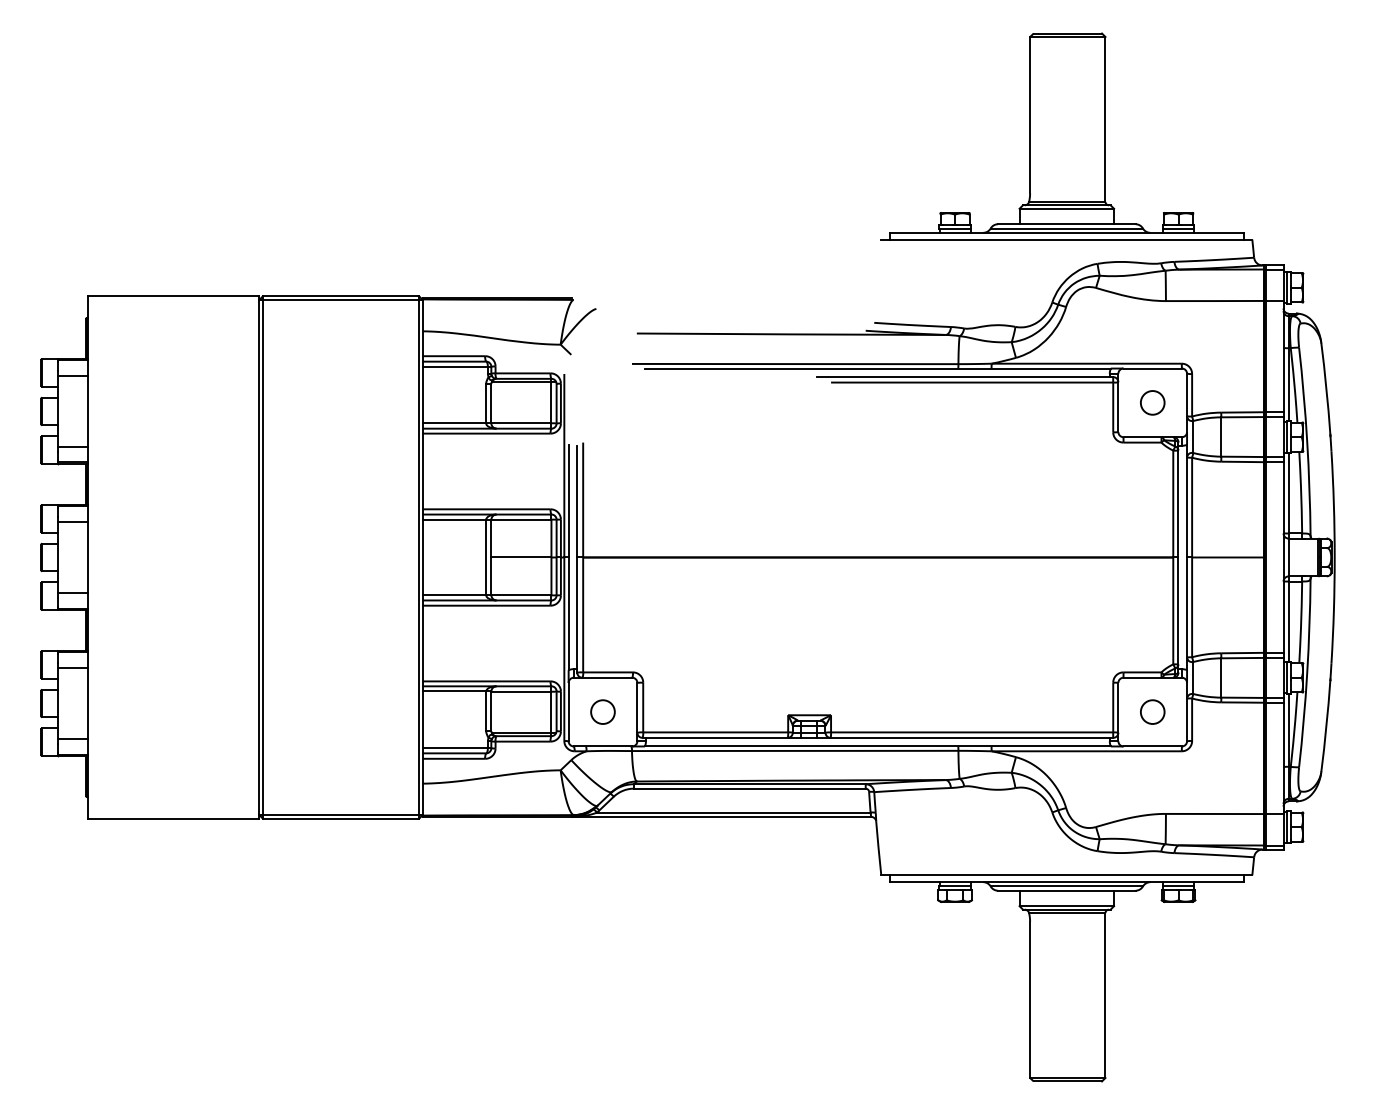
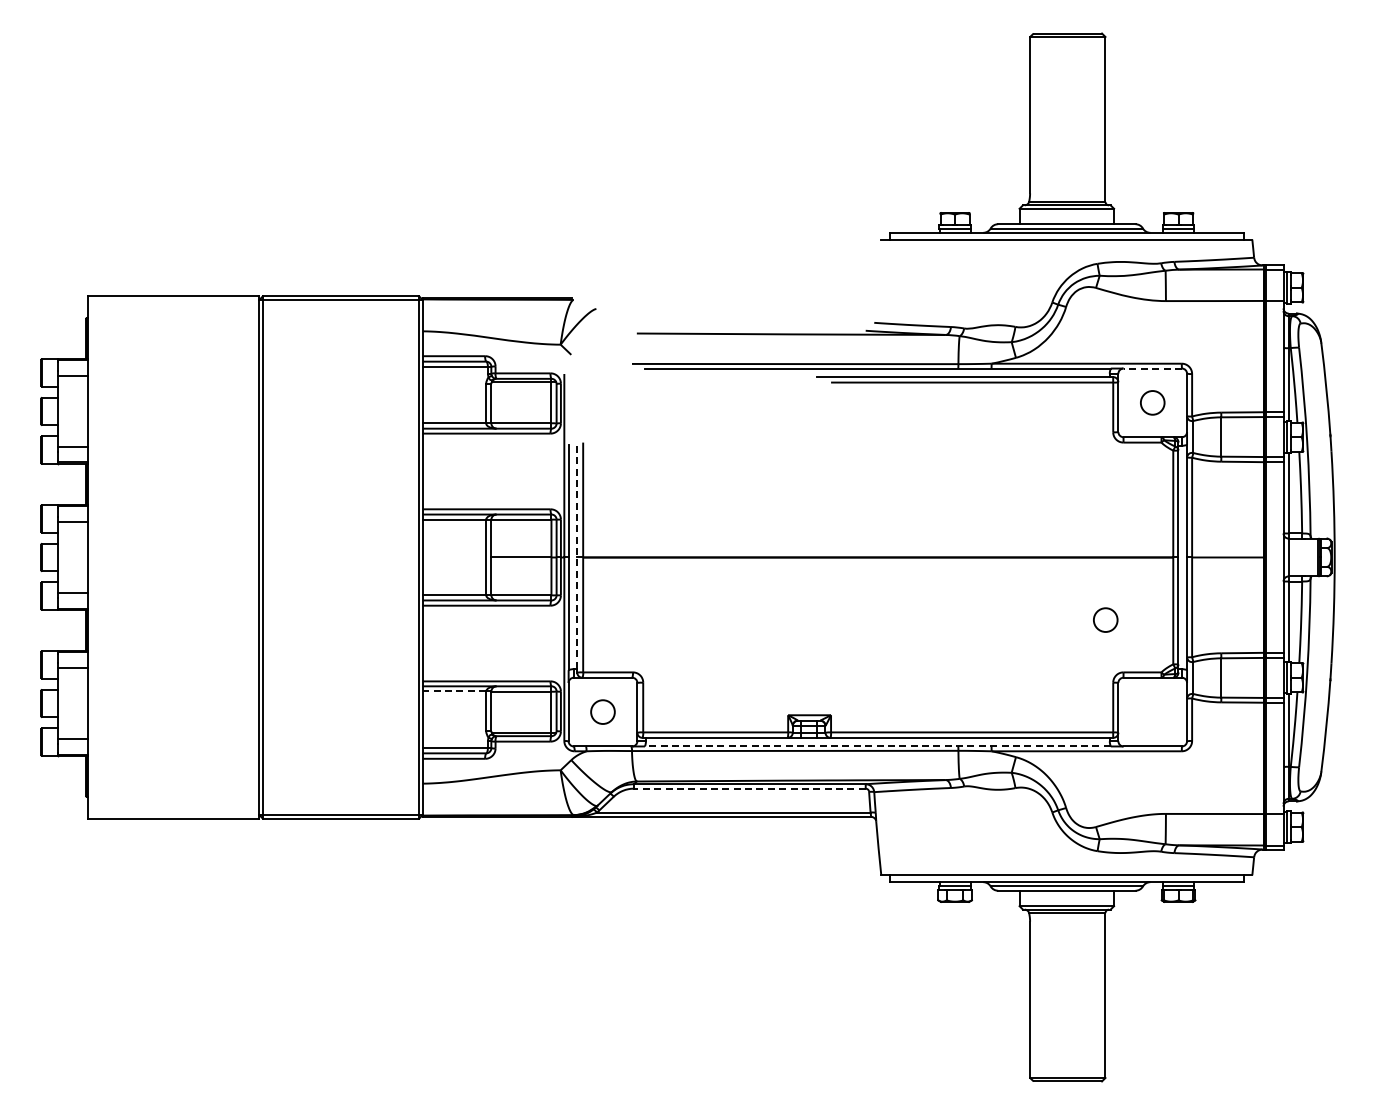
line at (1152, 368): solid -> dashed
line at (577, 557): solid -> dashed
line at (454, 691): solid -> dashed
circle at (1152, 711) position: (1152, 711) -> (1105, 619)
line at (877, 746): solid -> dashed
line at (749, 788): solid -> dashed
